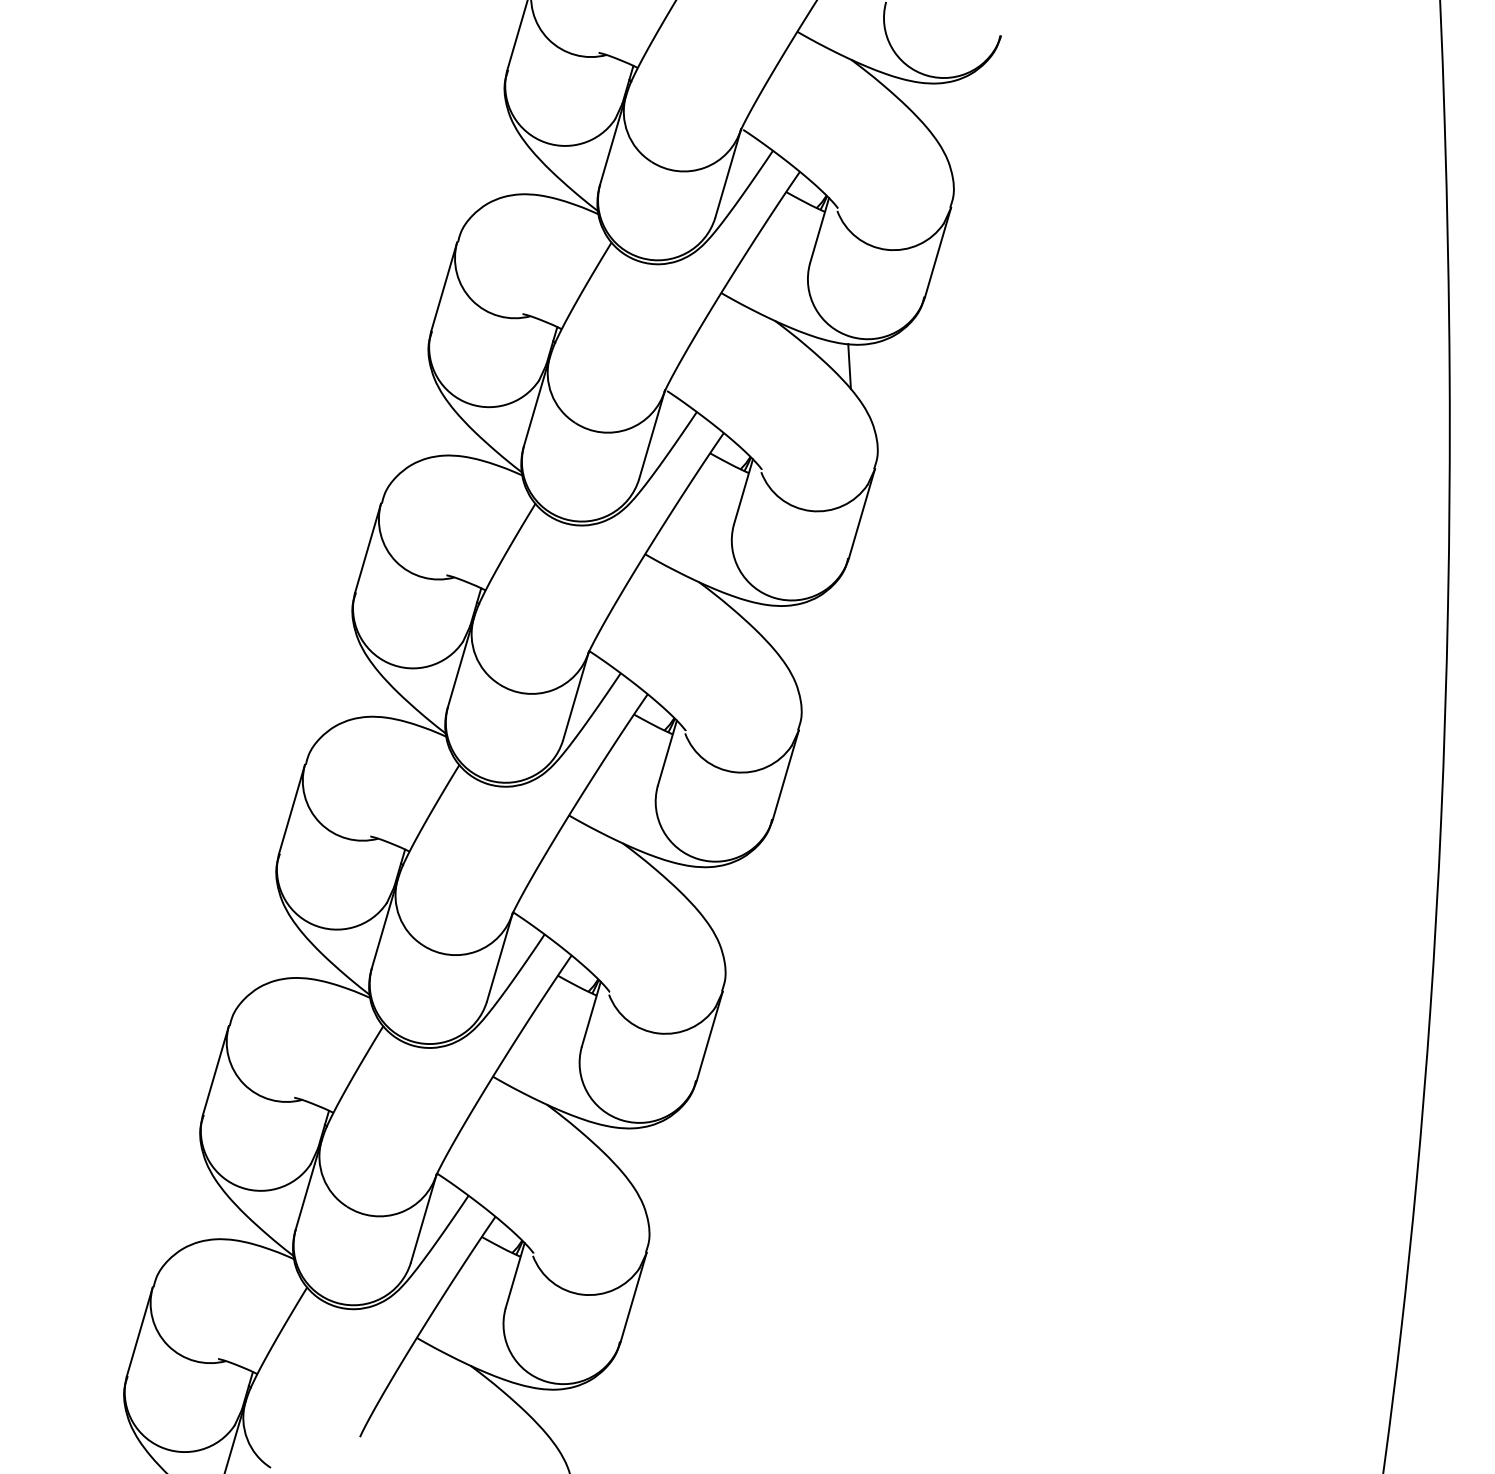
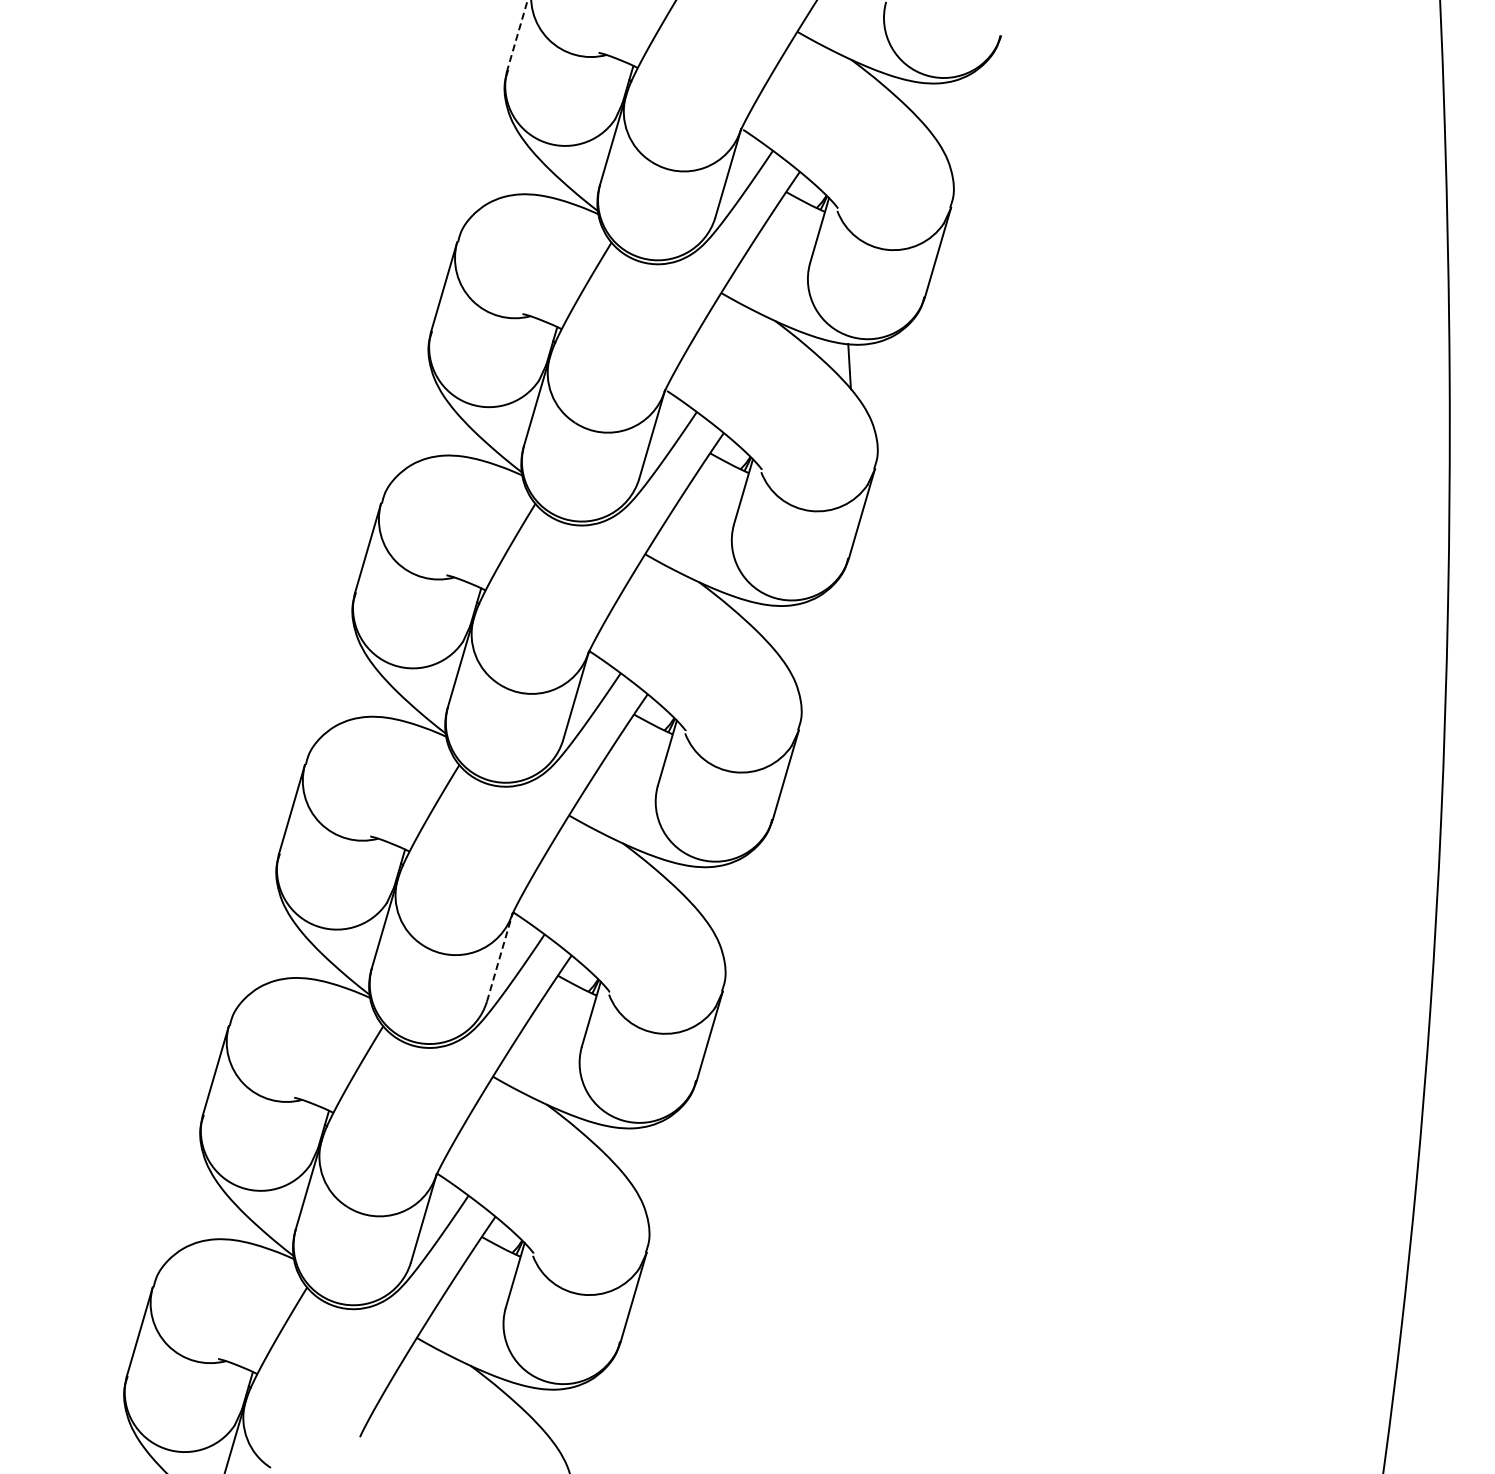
line at (517, 35): solid -> dashed
line at (500, 956): solid -> dashed
